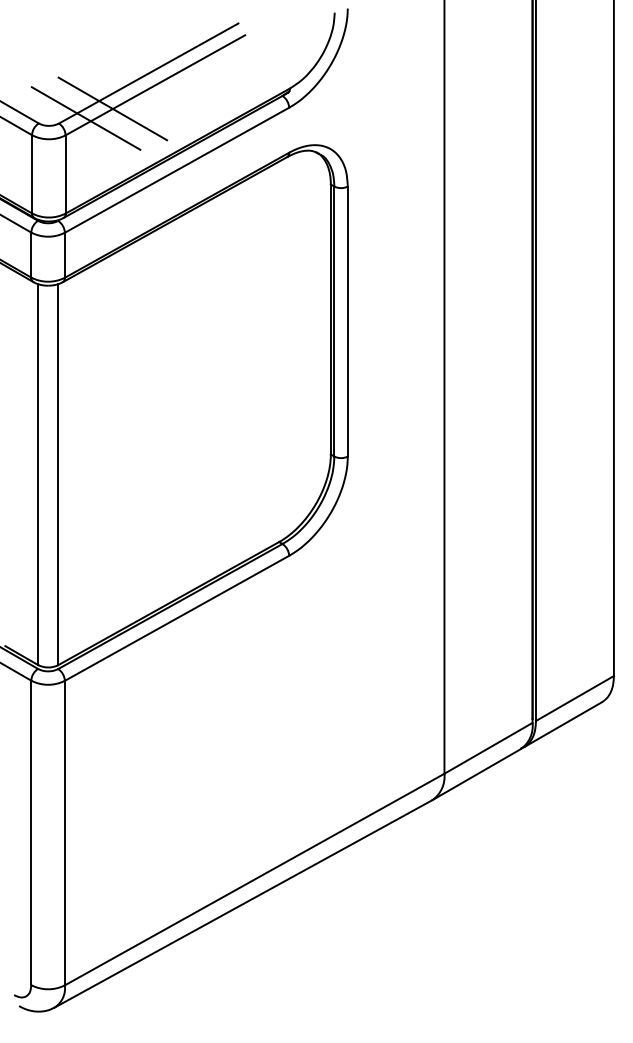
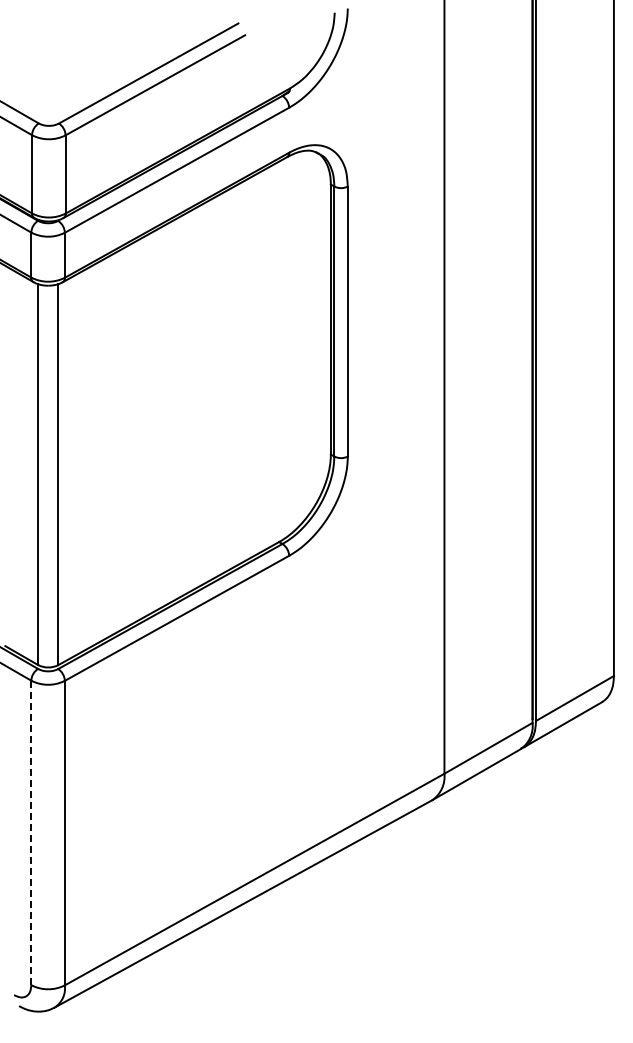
line at (112, 108): present -> none
line at (85, 118): present -> none
line at (31, 833): solid -> dashed
